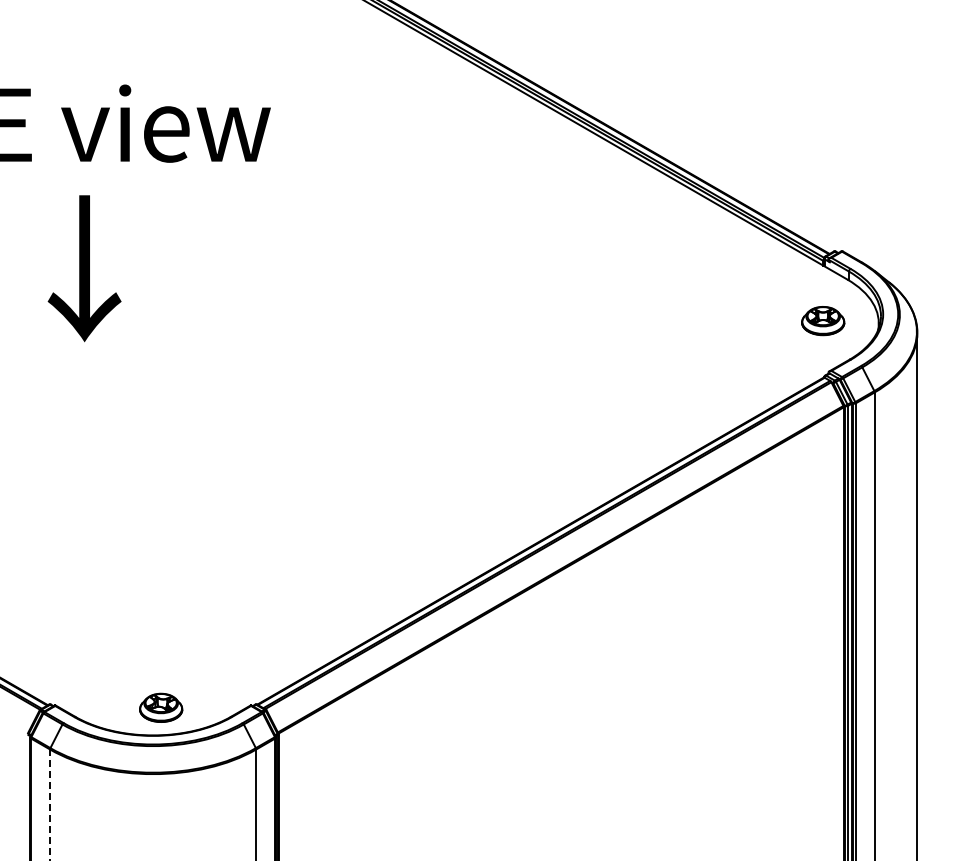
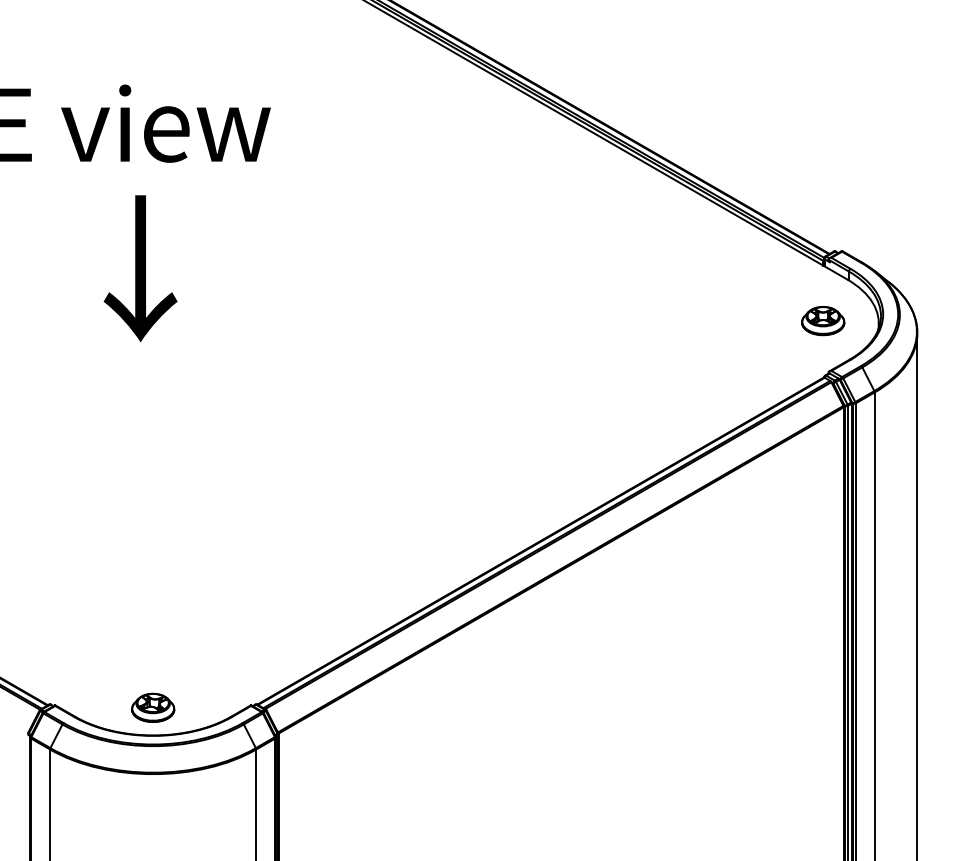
text at (84, 268) position: (84, 268) -> (140, 268)
part at (161, 707) position: (161, 707) -> (153, 707)
line at (50, 805): dashed -> solid
